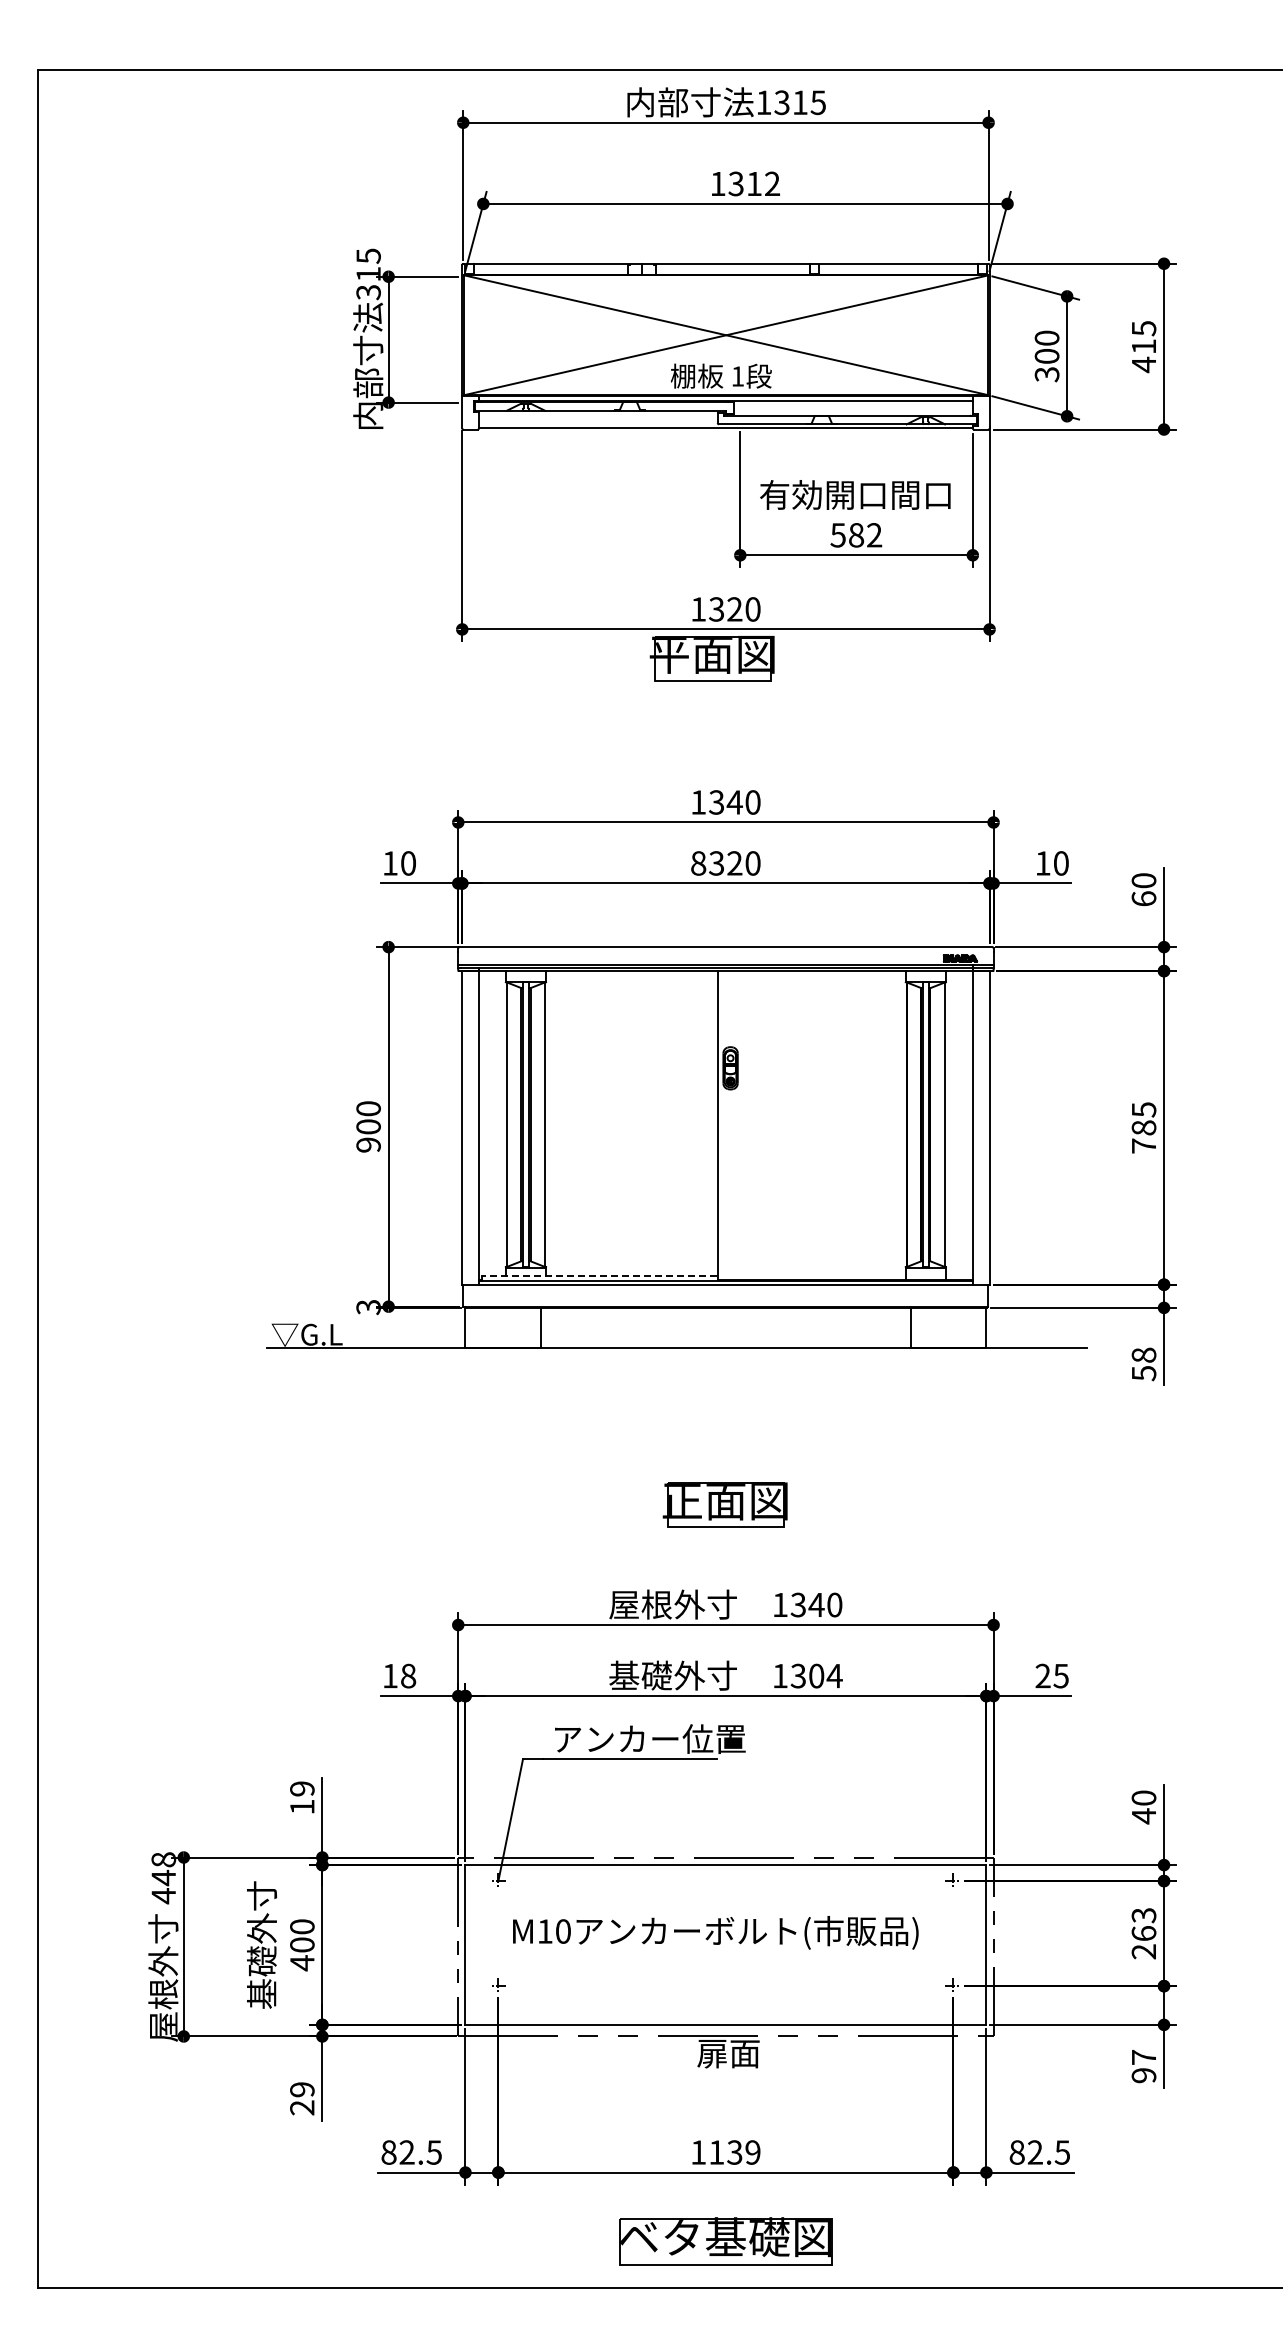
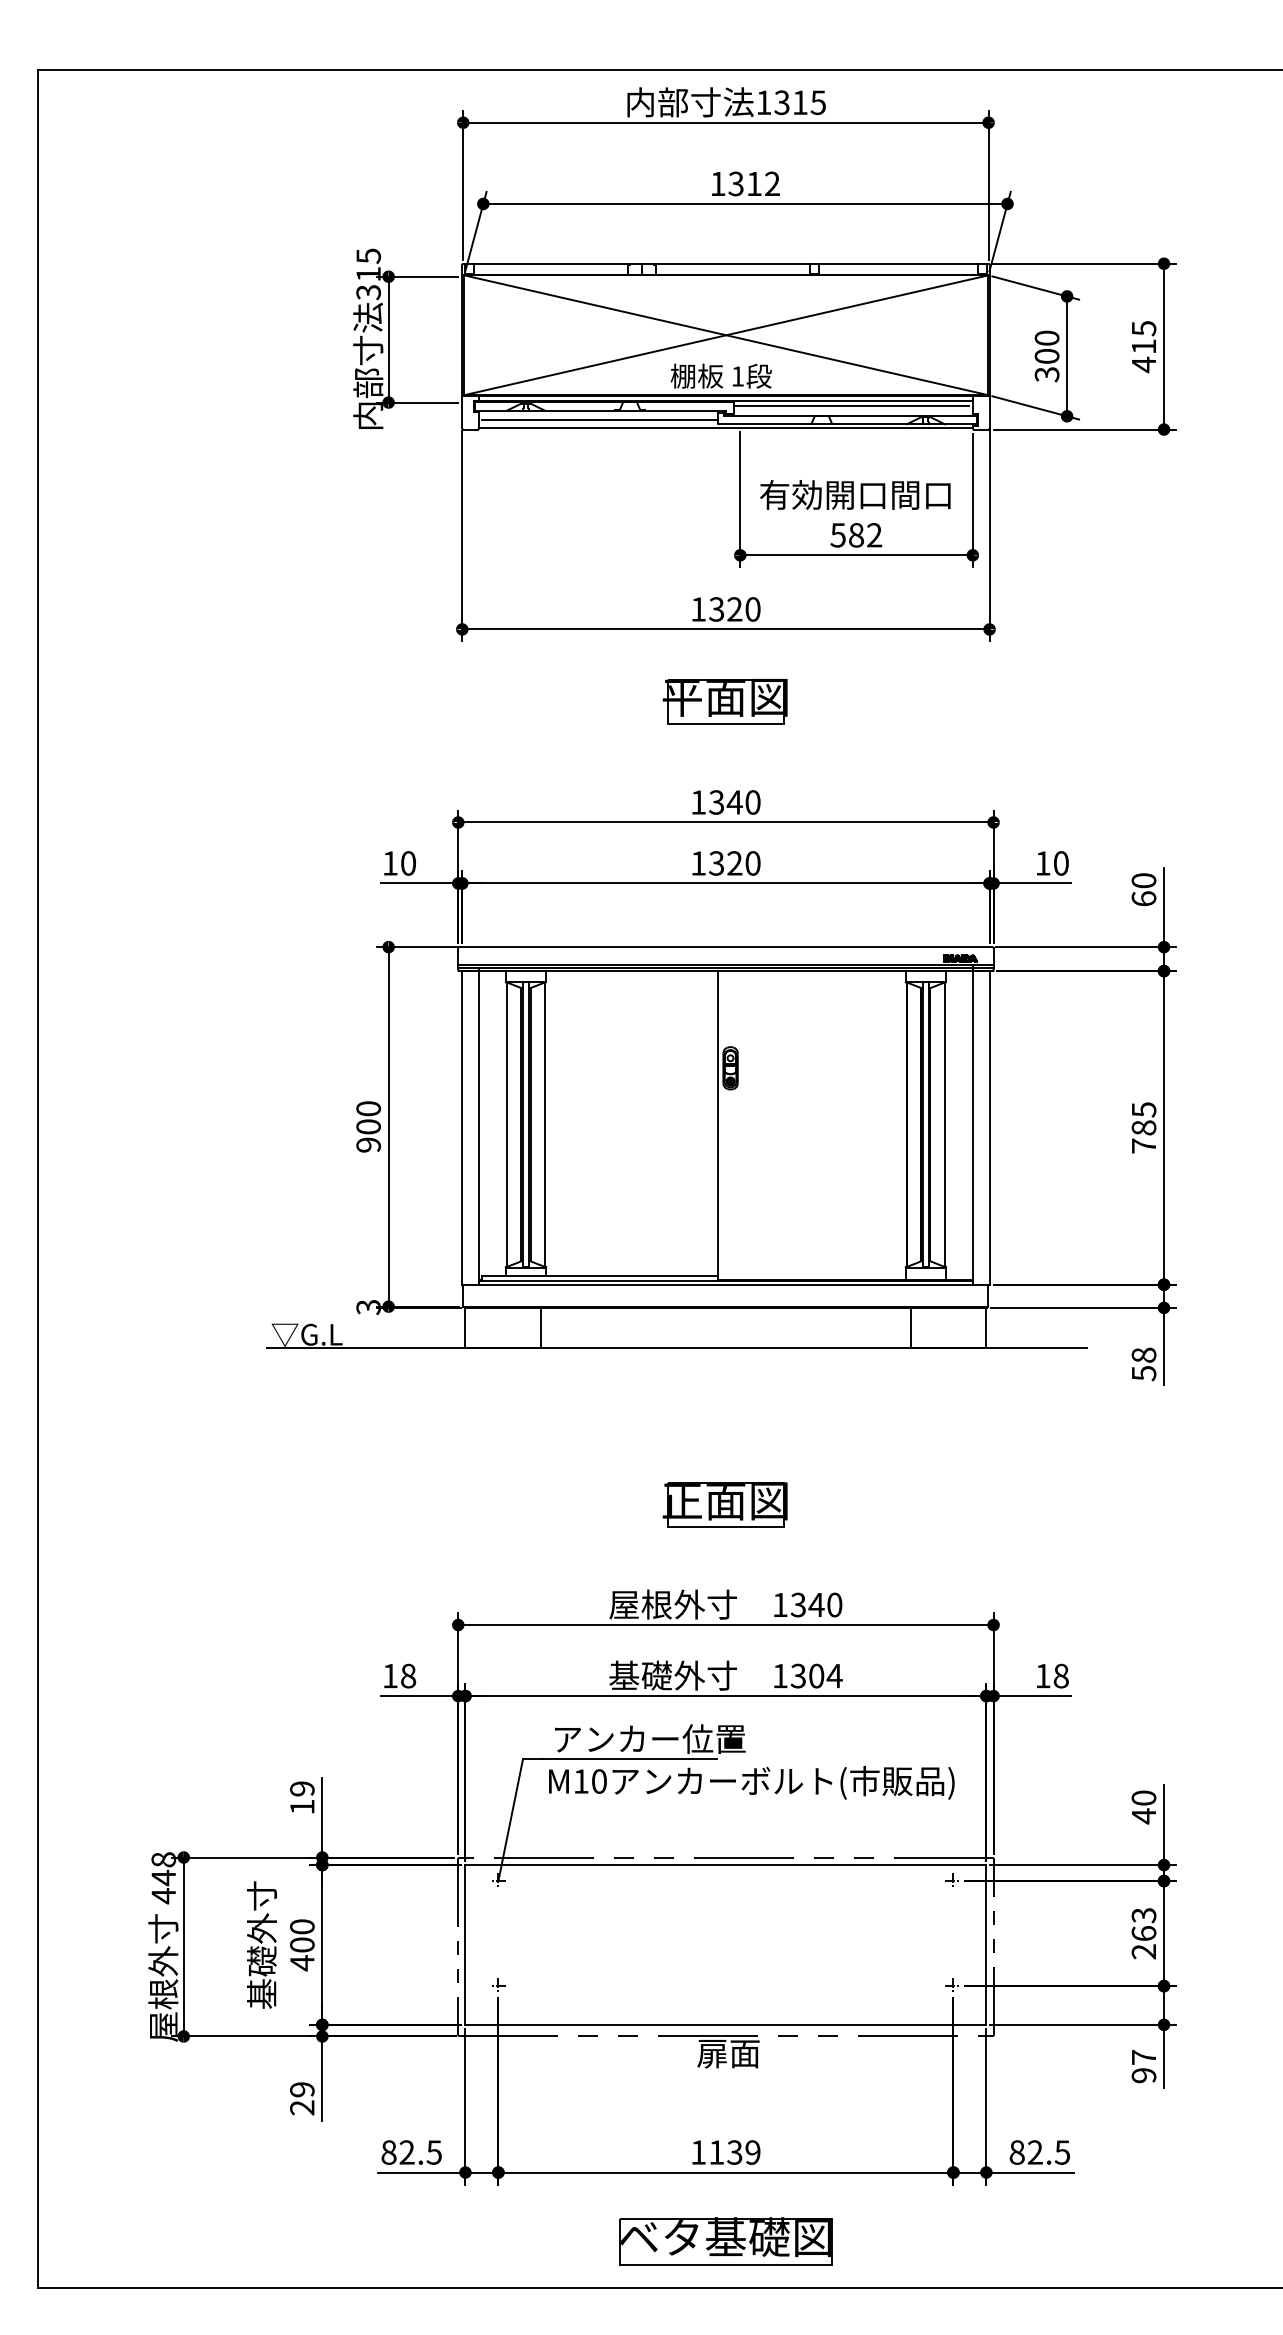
line at (851, 406): none -> present
line at (599, 419): none -> present
part at (711, 658) position: (711, 658) -> (724, 701)
text at (698, 863): 8320 -> 1320
line at (599, 1276): dashed -> solid
text at (1051, 1675): 25 -> 18
text at (715, 1932) position: (715, 1932) -> (751, 1782)
